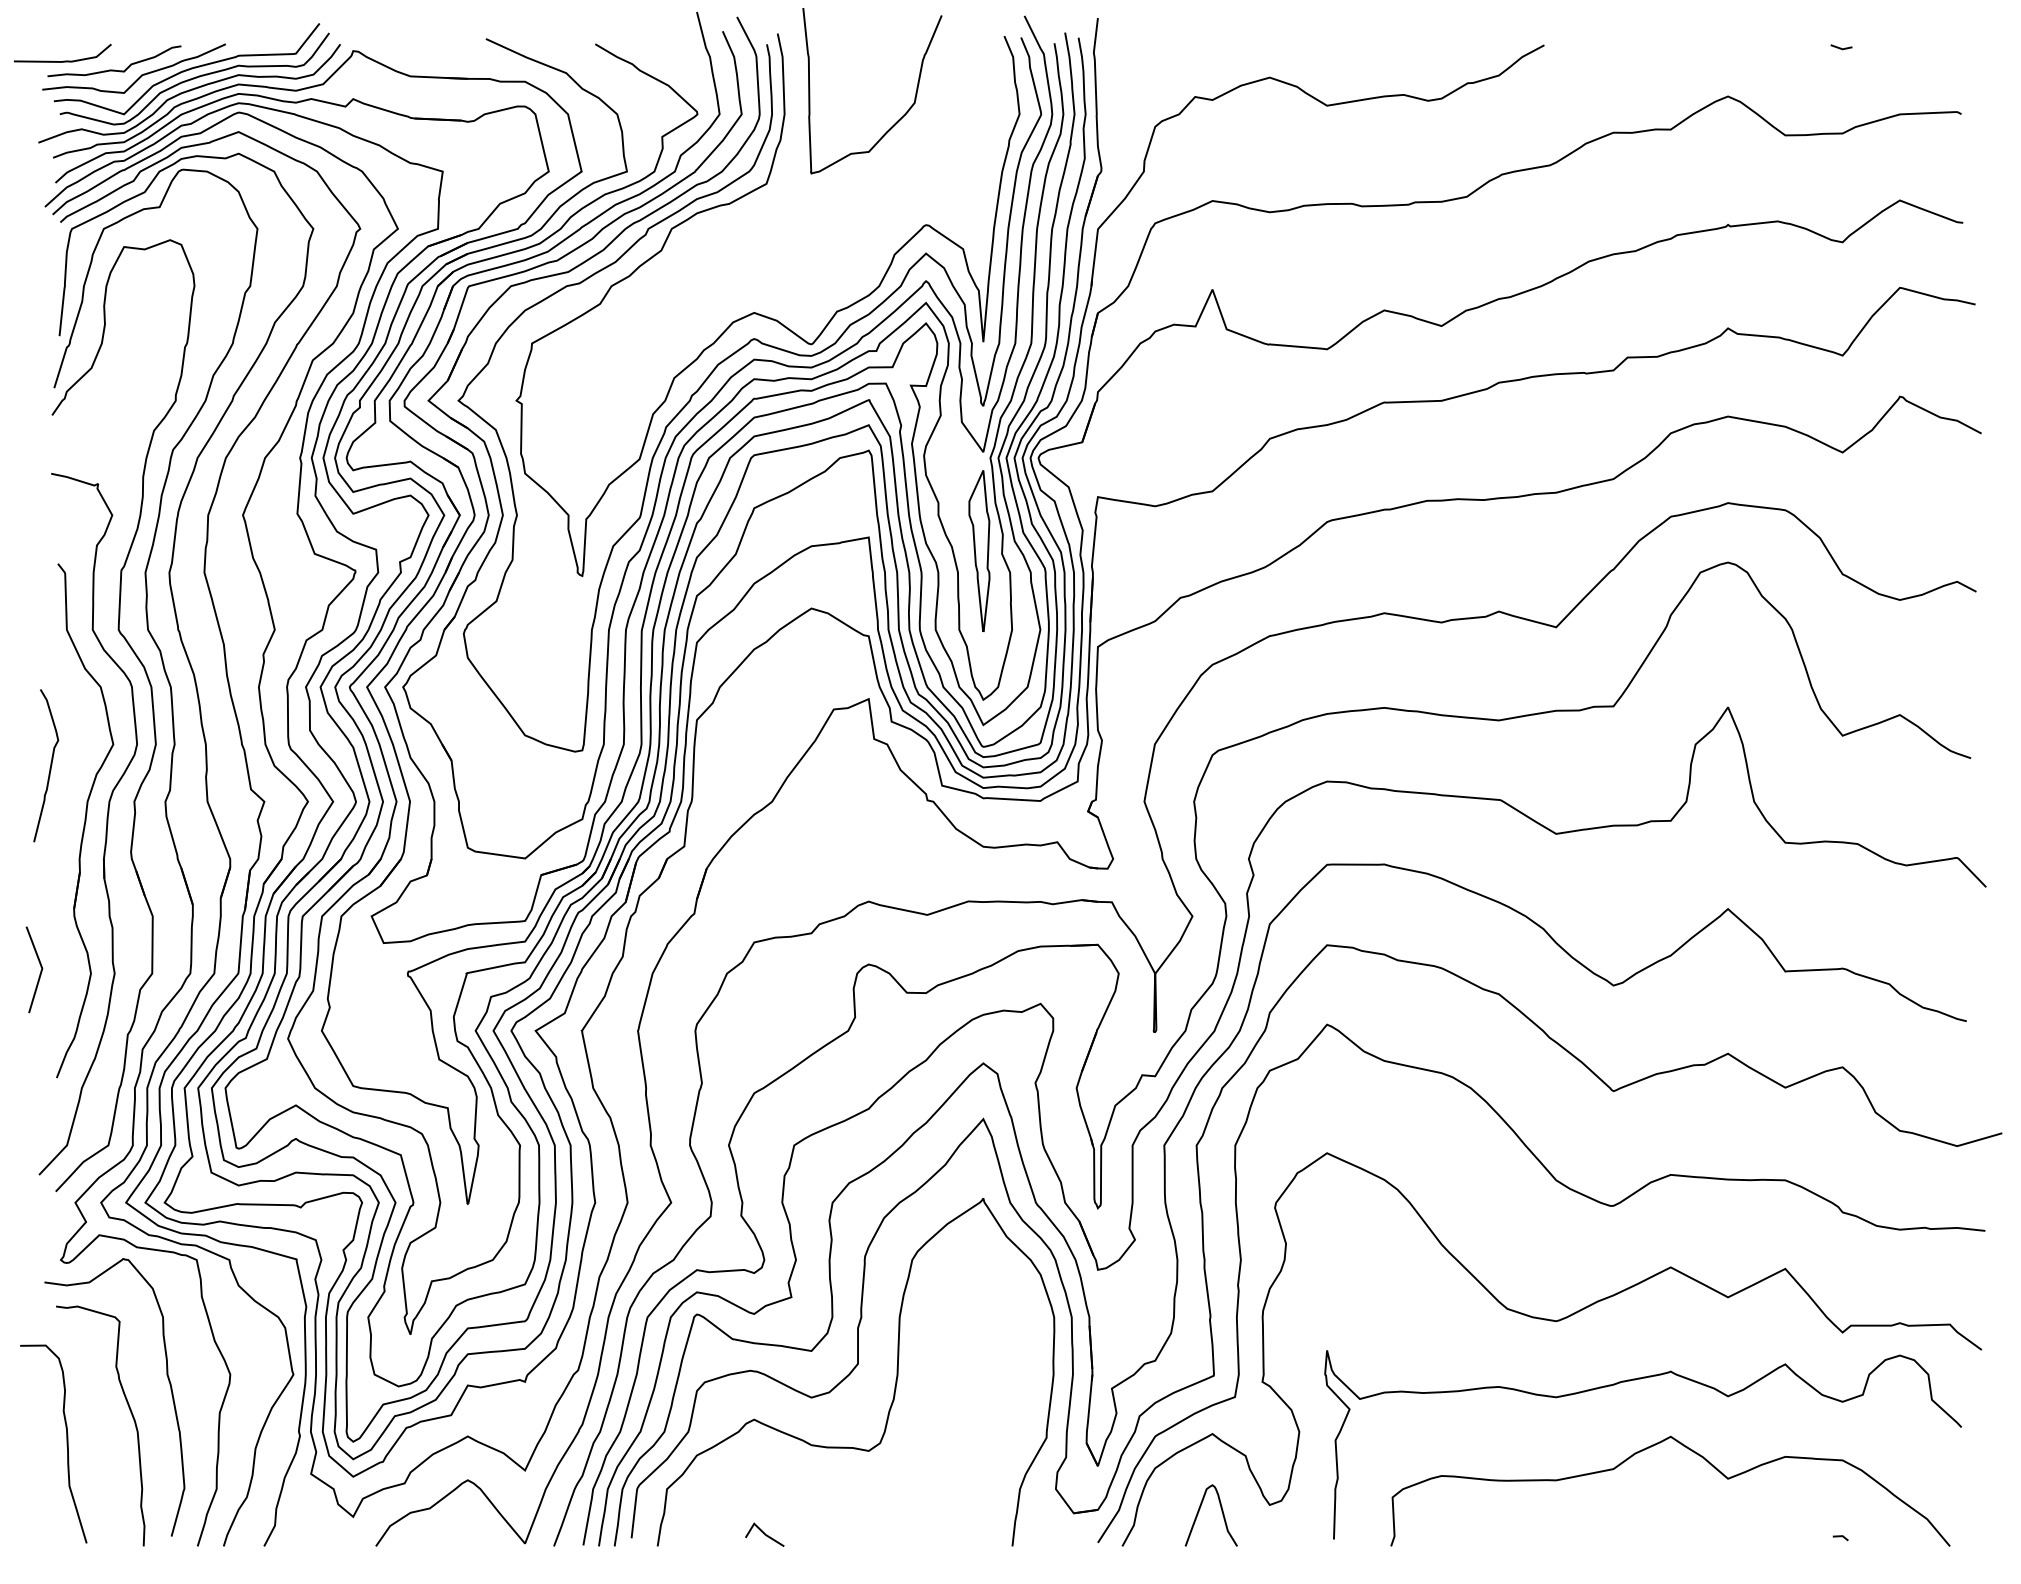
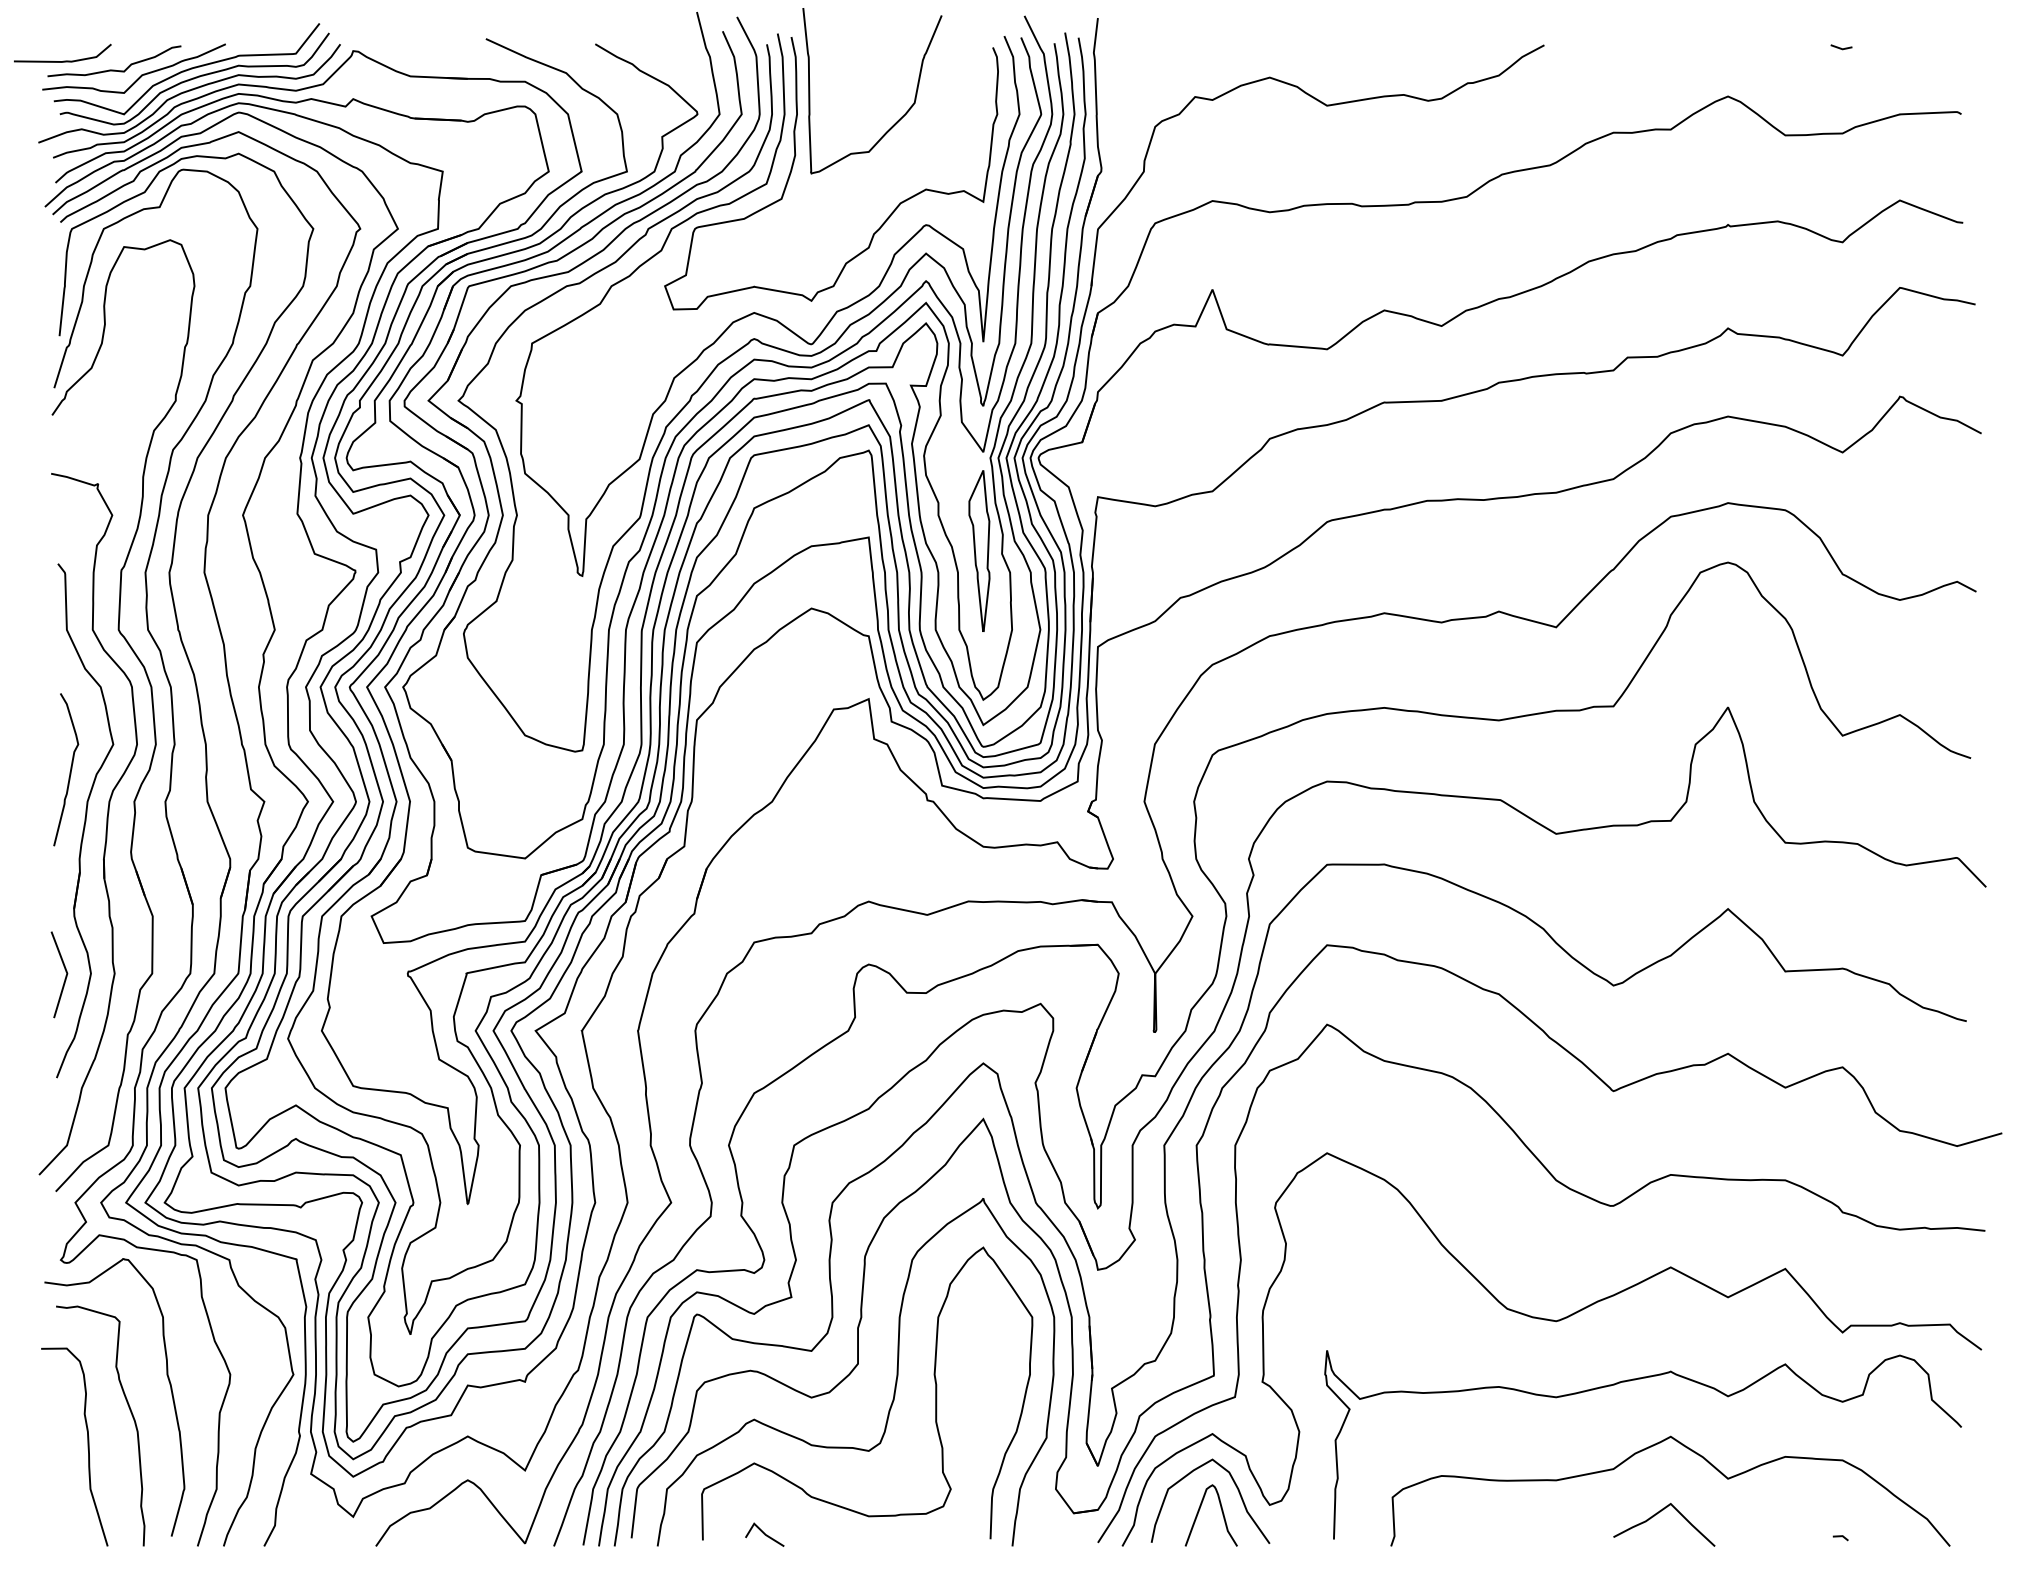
curve at (794, 162): none -> present
curve at (49, 767) position: (49, 767) -> (69, 771)
curve at (40, 970) position: (40, 970) -> (65, 975)
curve at (935, 1393): none -> present
curve at (66, 1443) position: (66, 1443) -> (87, 1446)
curve at (1236, 1488): none -> present
curve at (1656, 1515): none -> present
